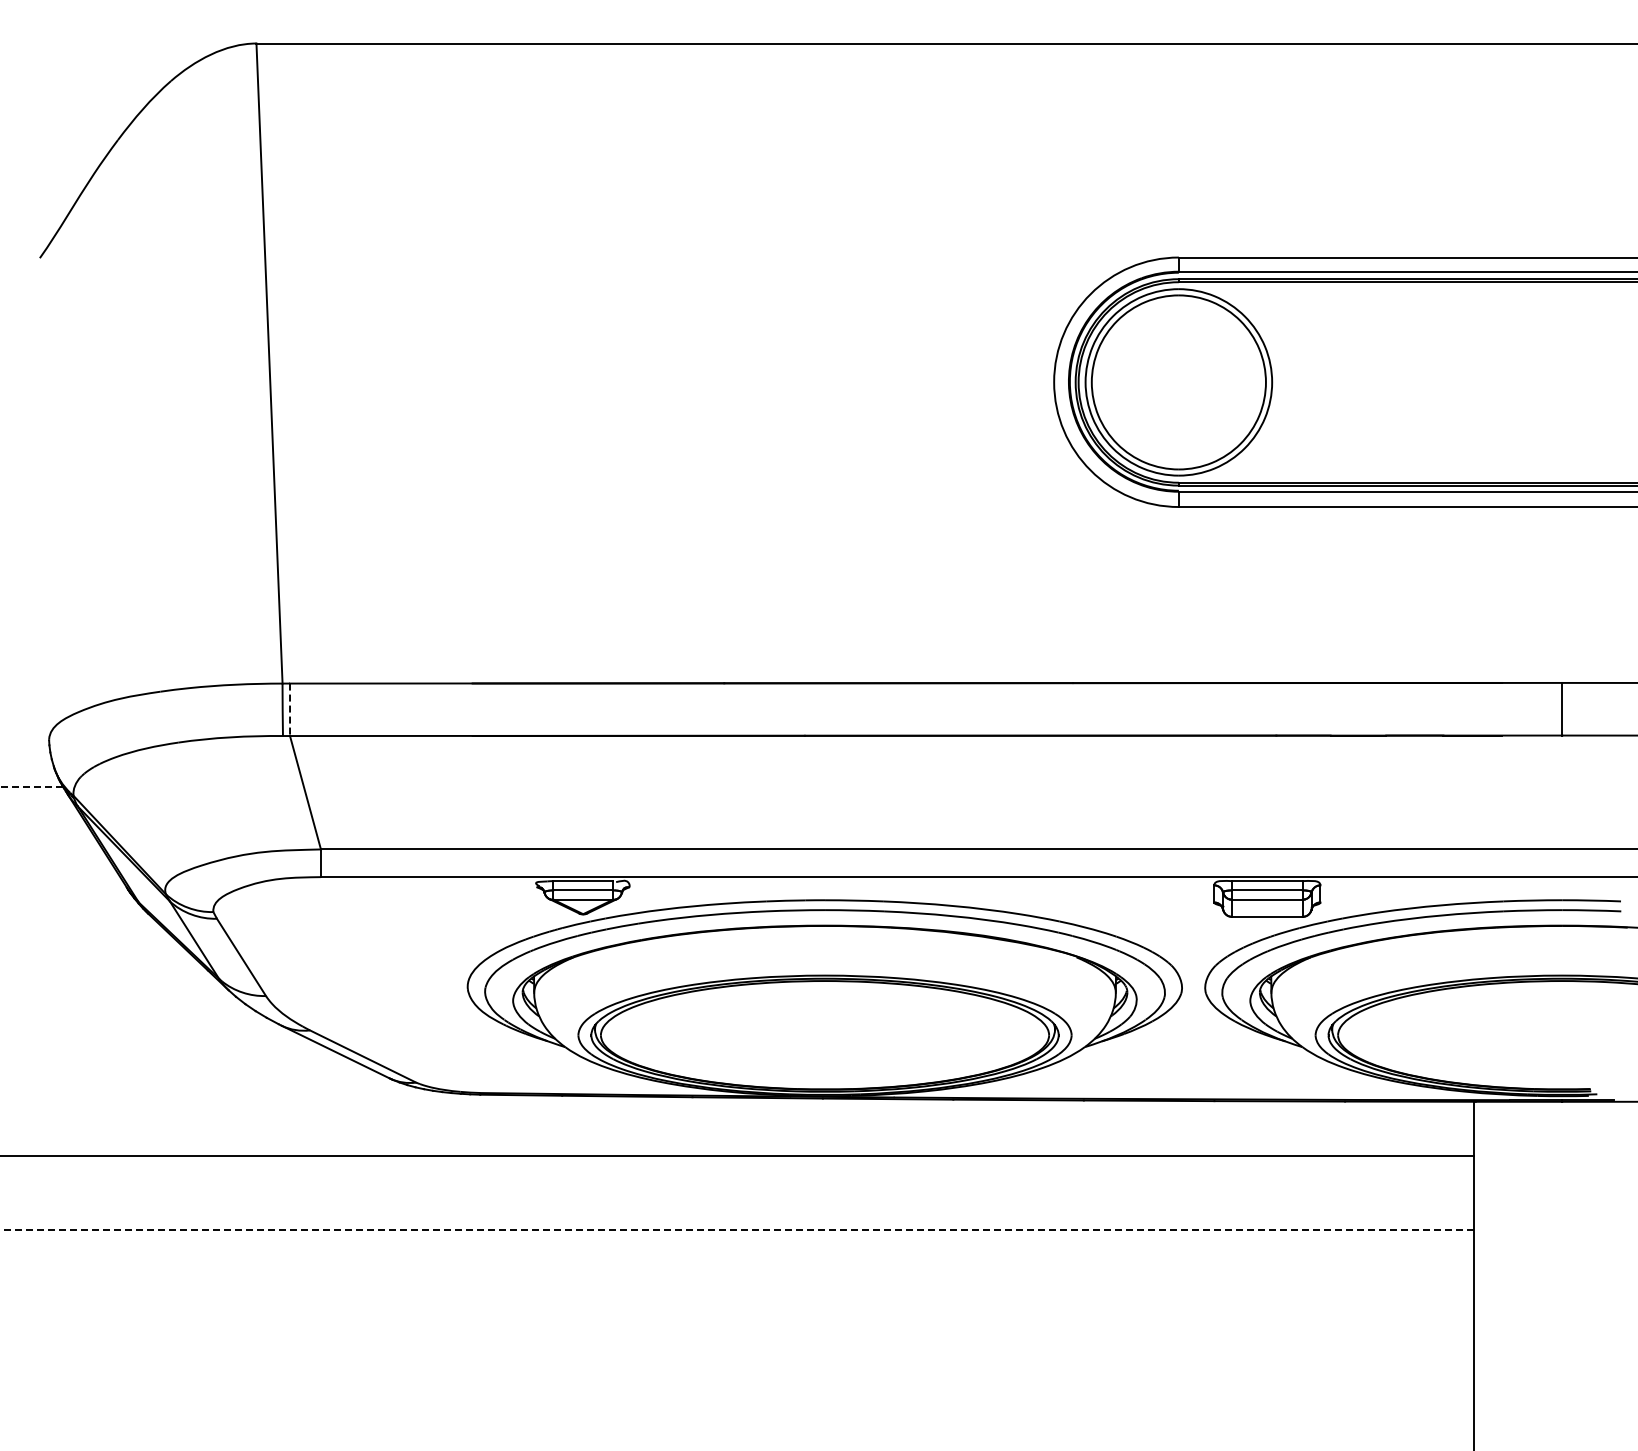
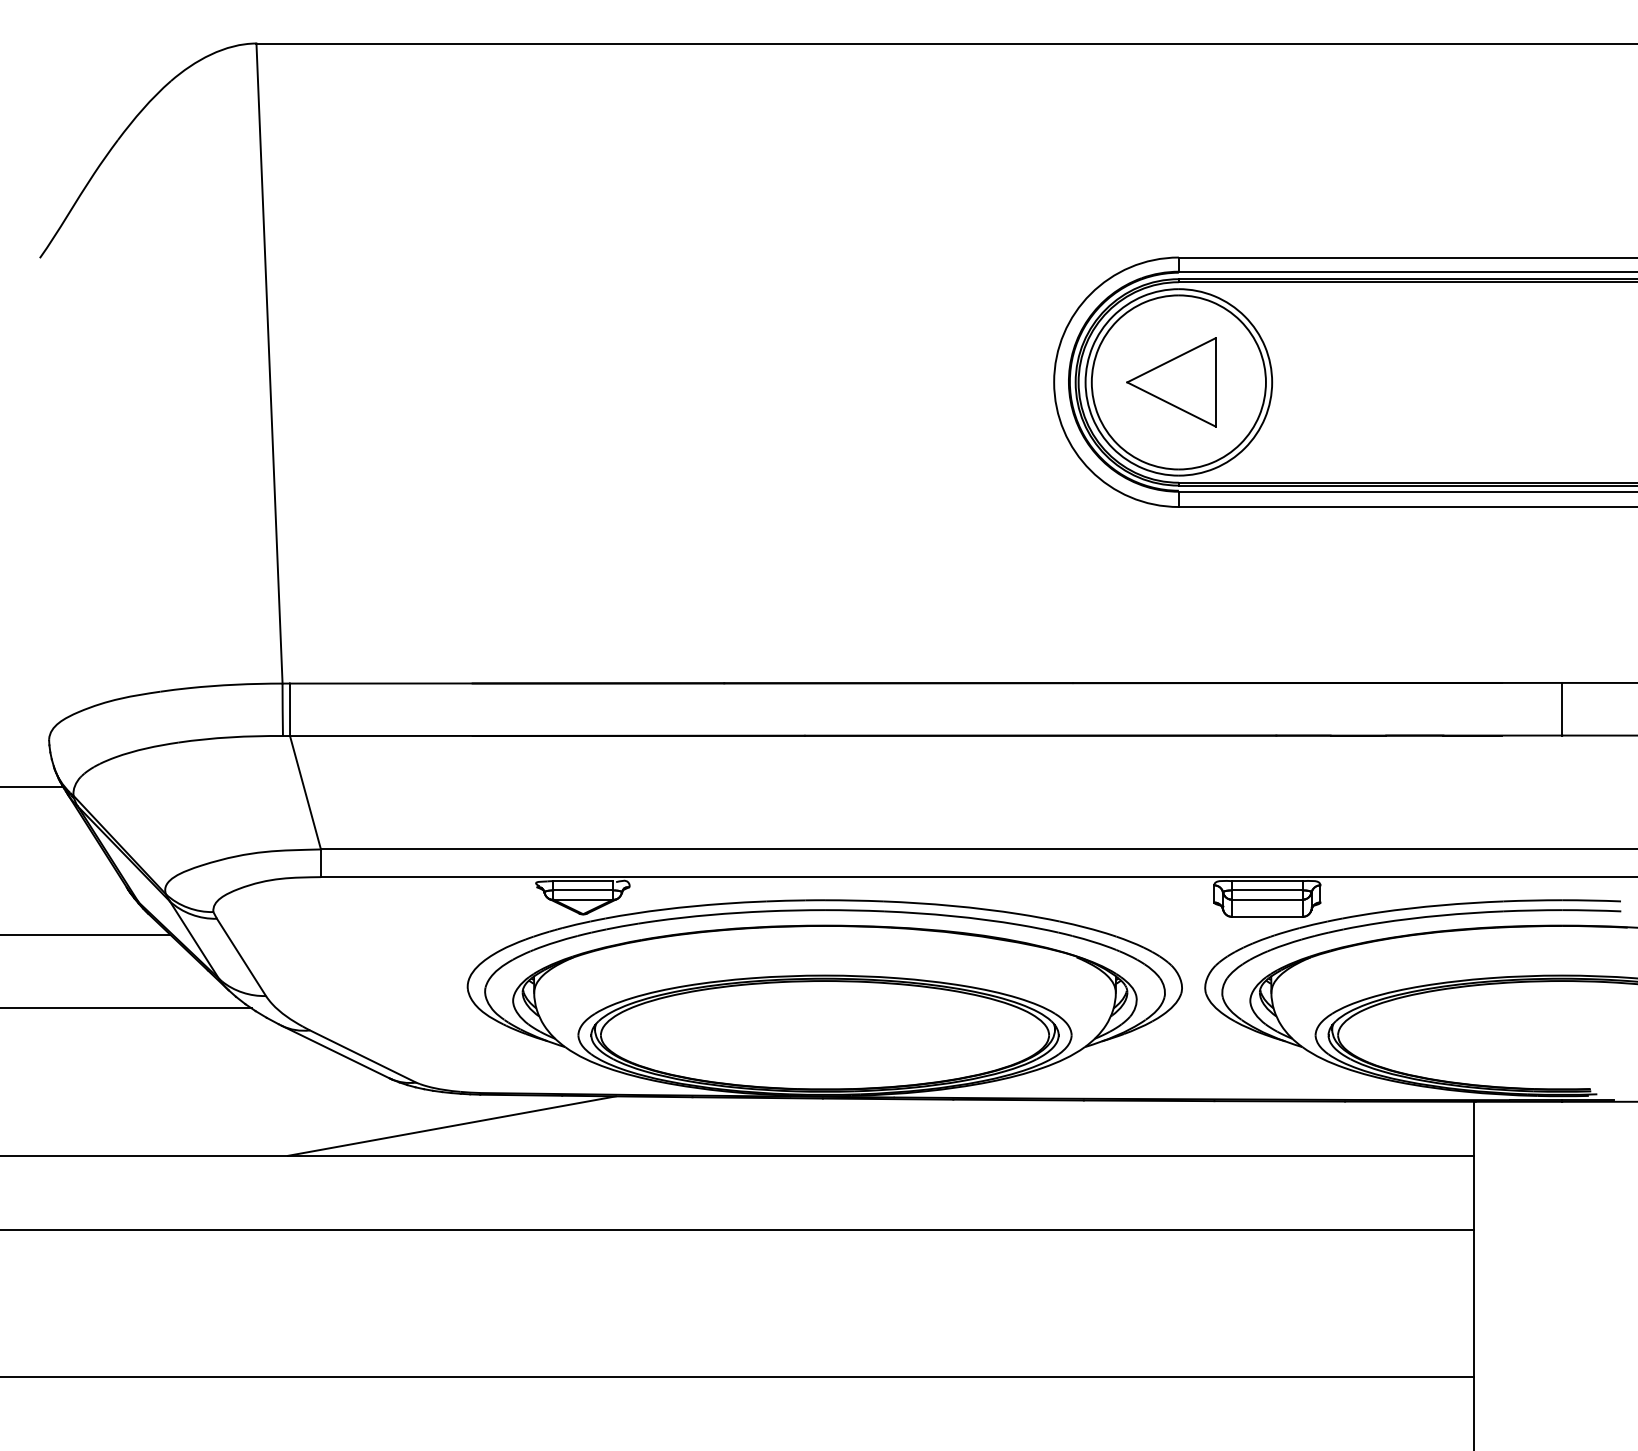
part at (1171, 382): none -> present
line at (290, 710): dashed -> solid
line at (31, 787): dashed -> solid
line at (86, 934): none -> present
line at (126, 1008): none -> present
line at (451, 1125): none -> present
line at (736, 1229): dashed -> solid
line at (737, 1377): none -> present
